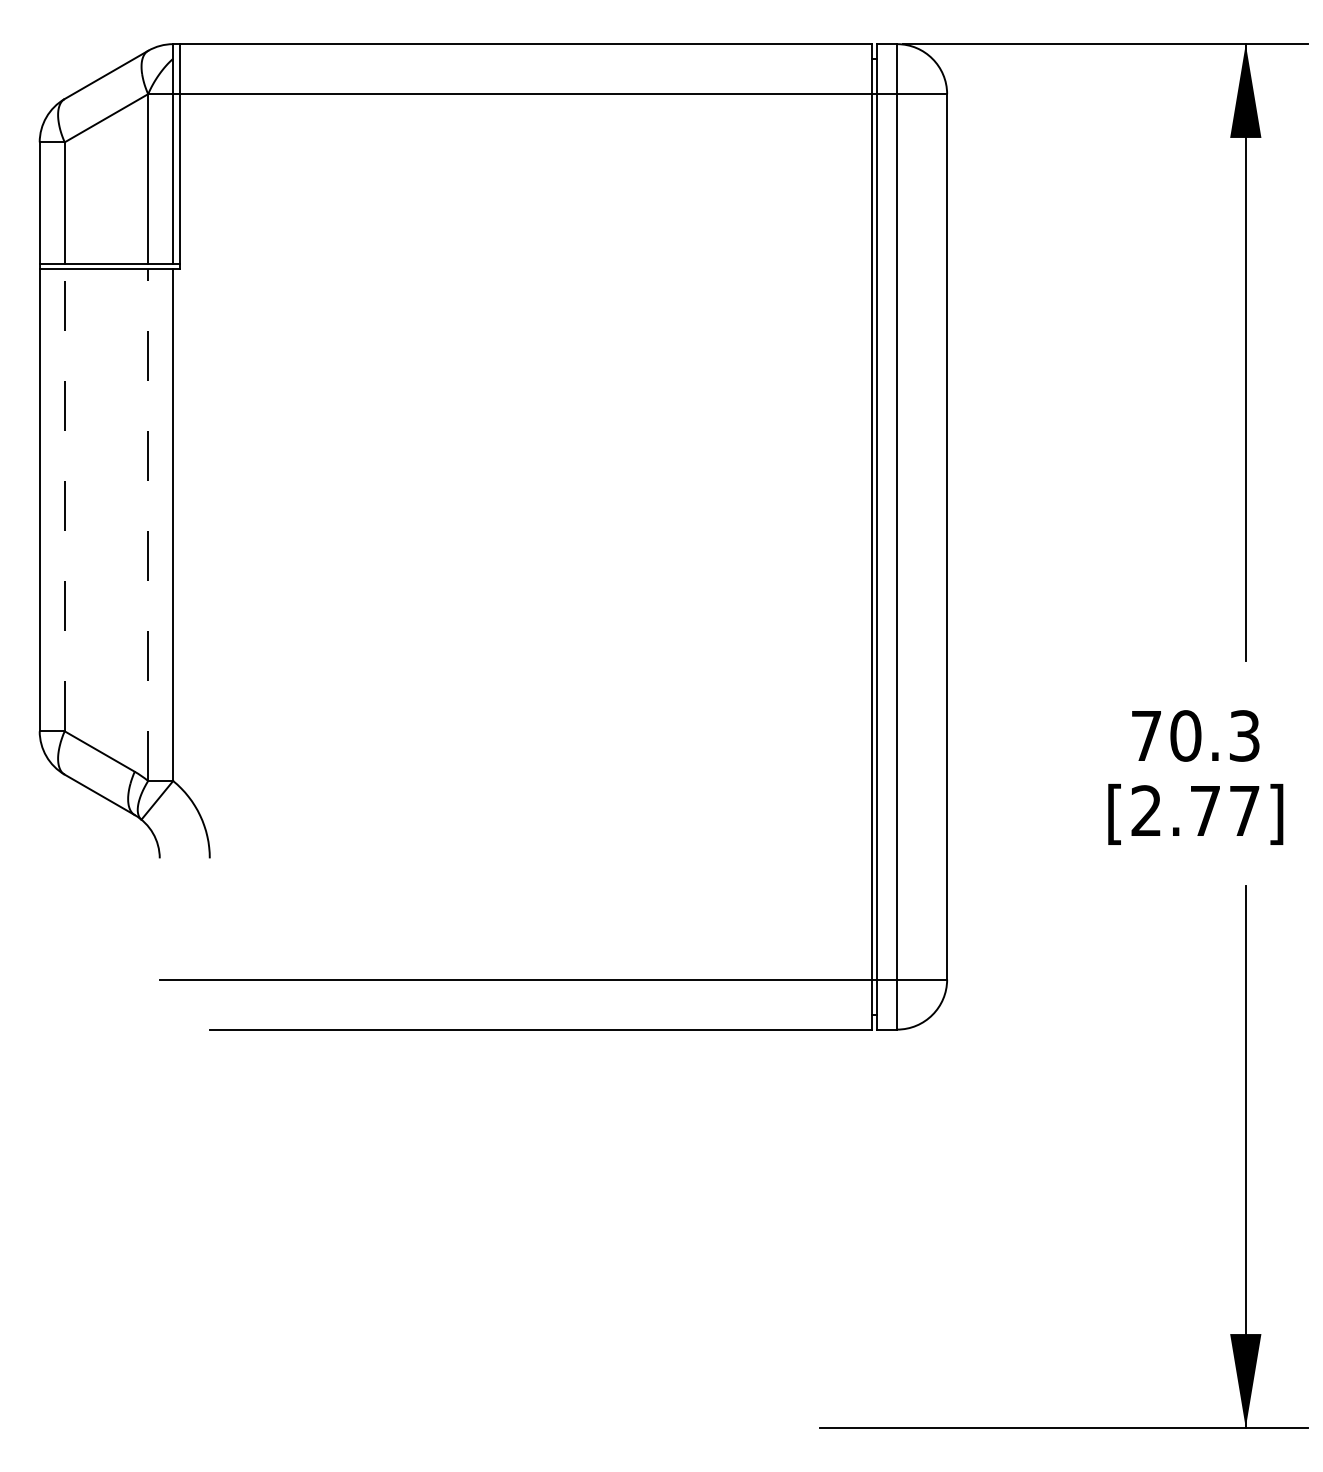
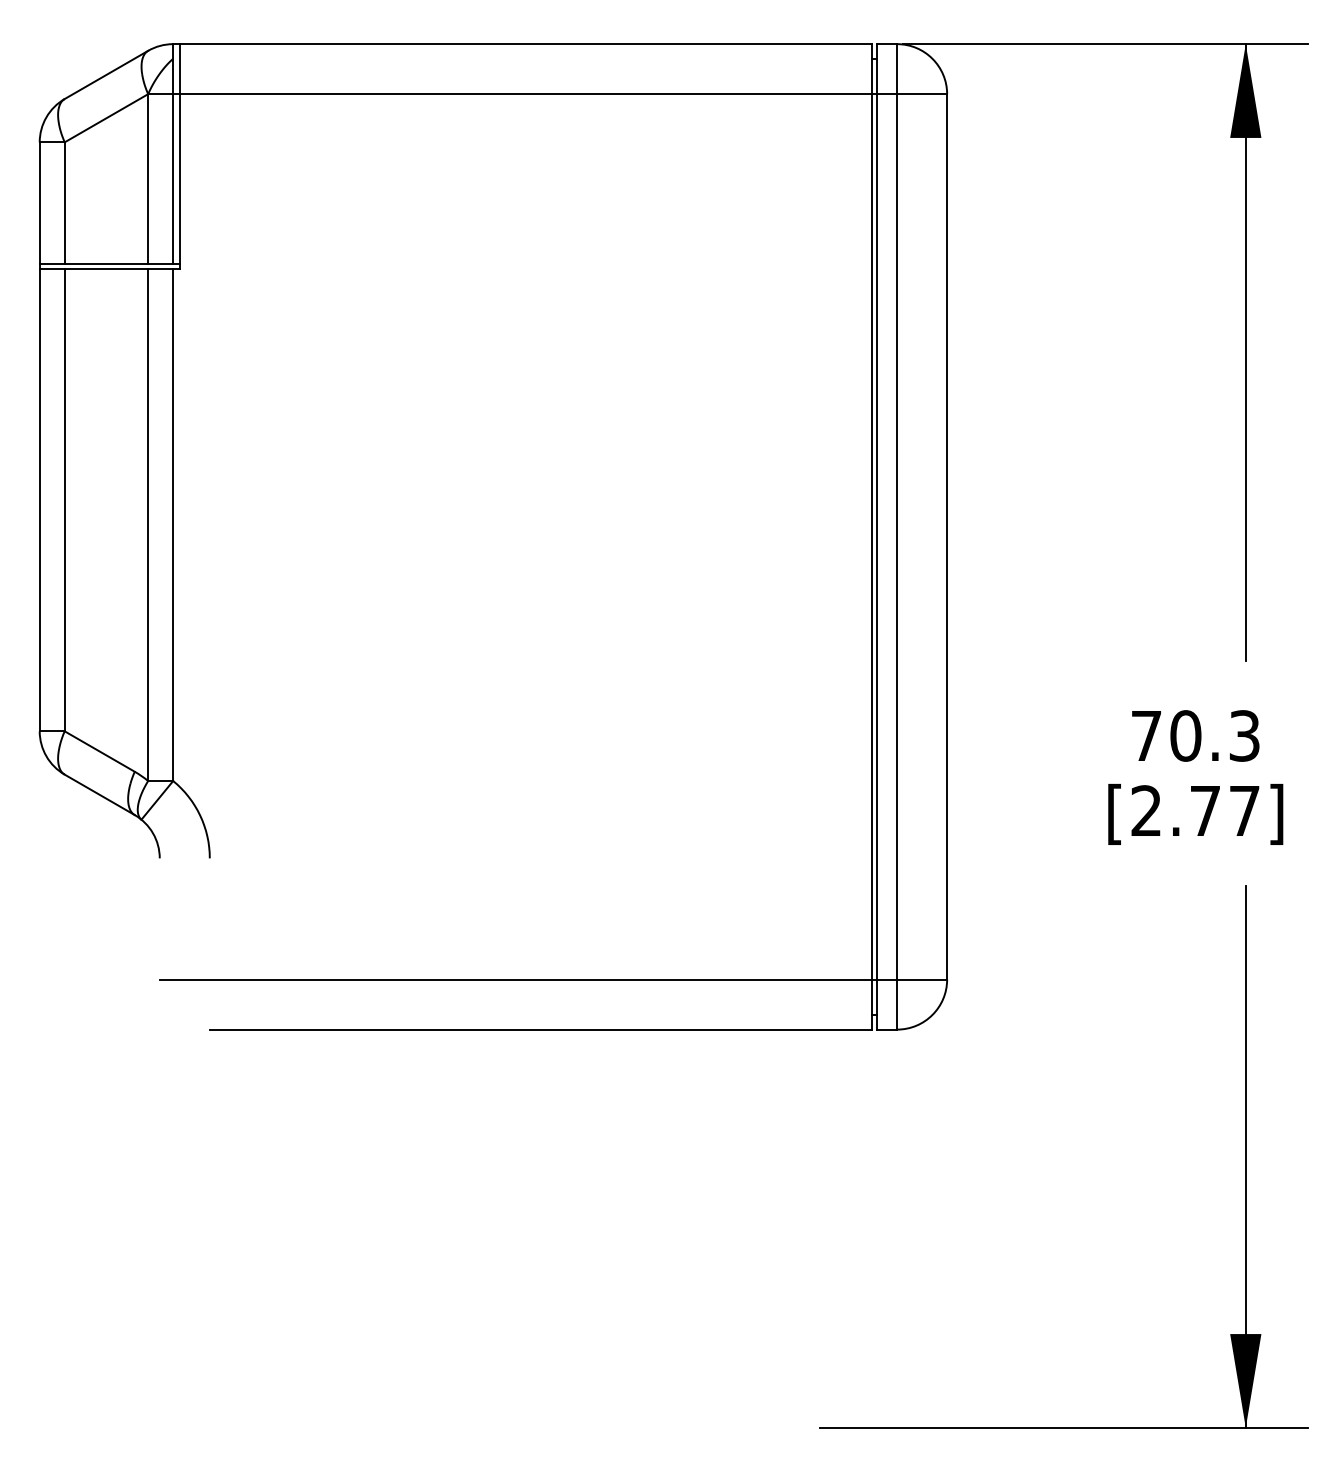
line at (64, 499): dashed -> solid
line at (148, 525): dashed -> solid
